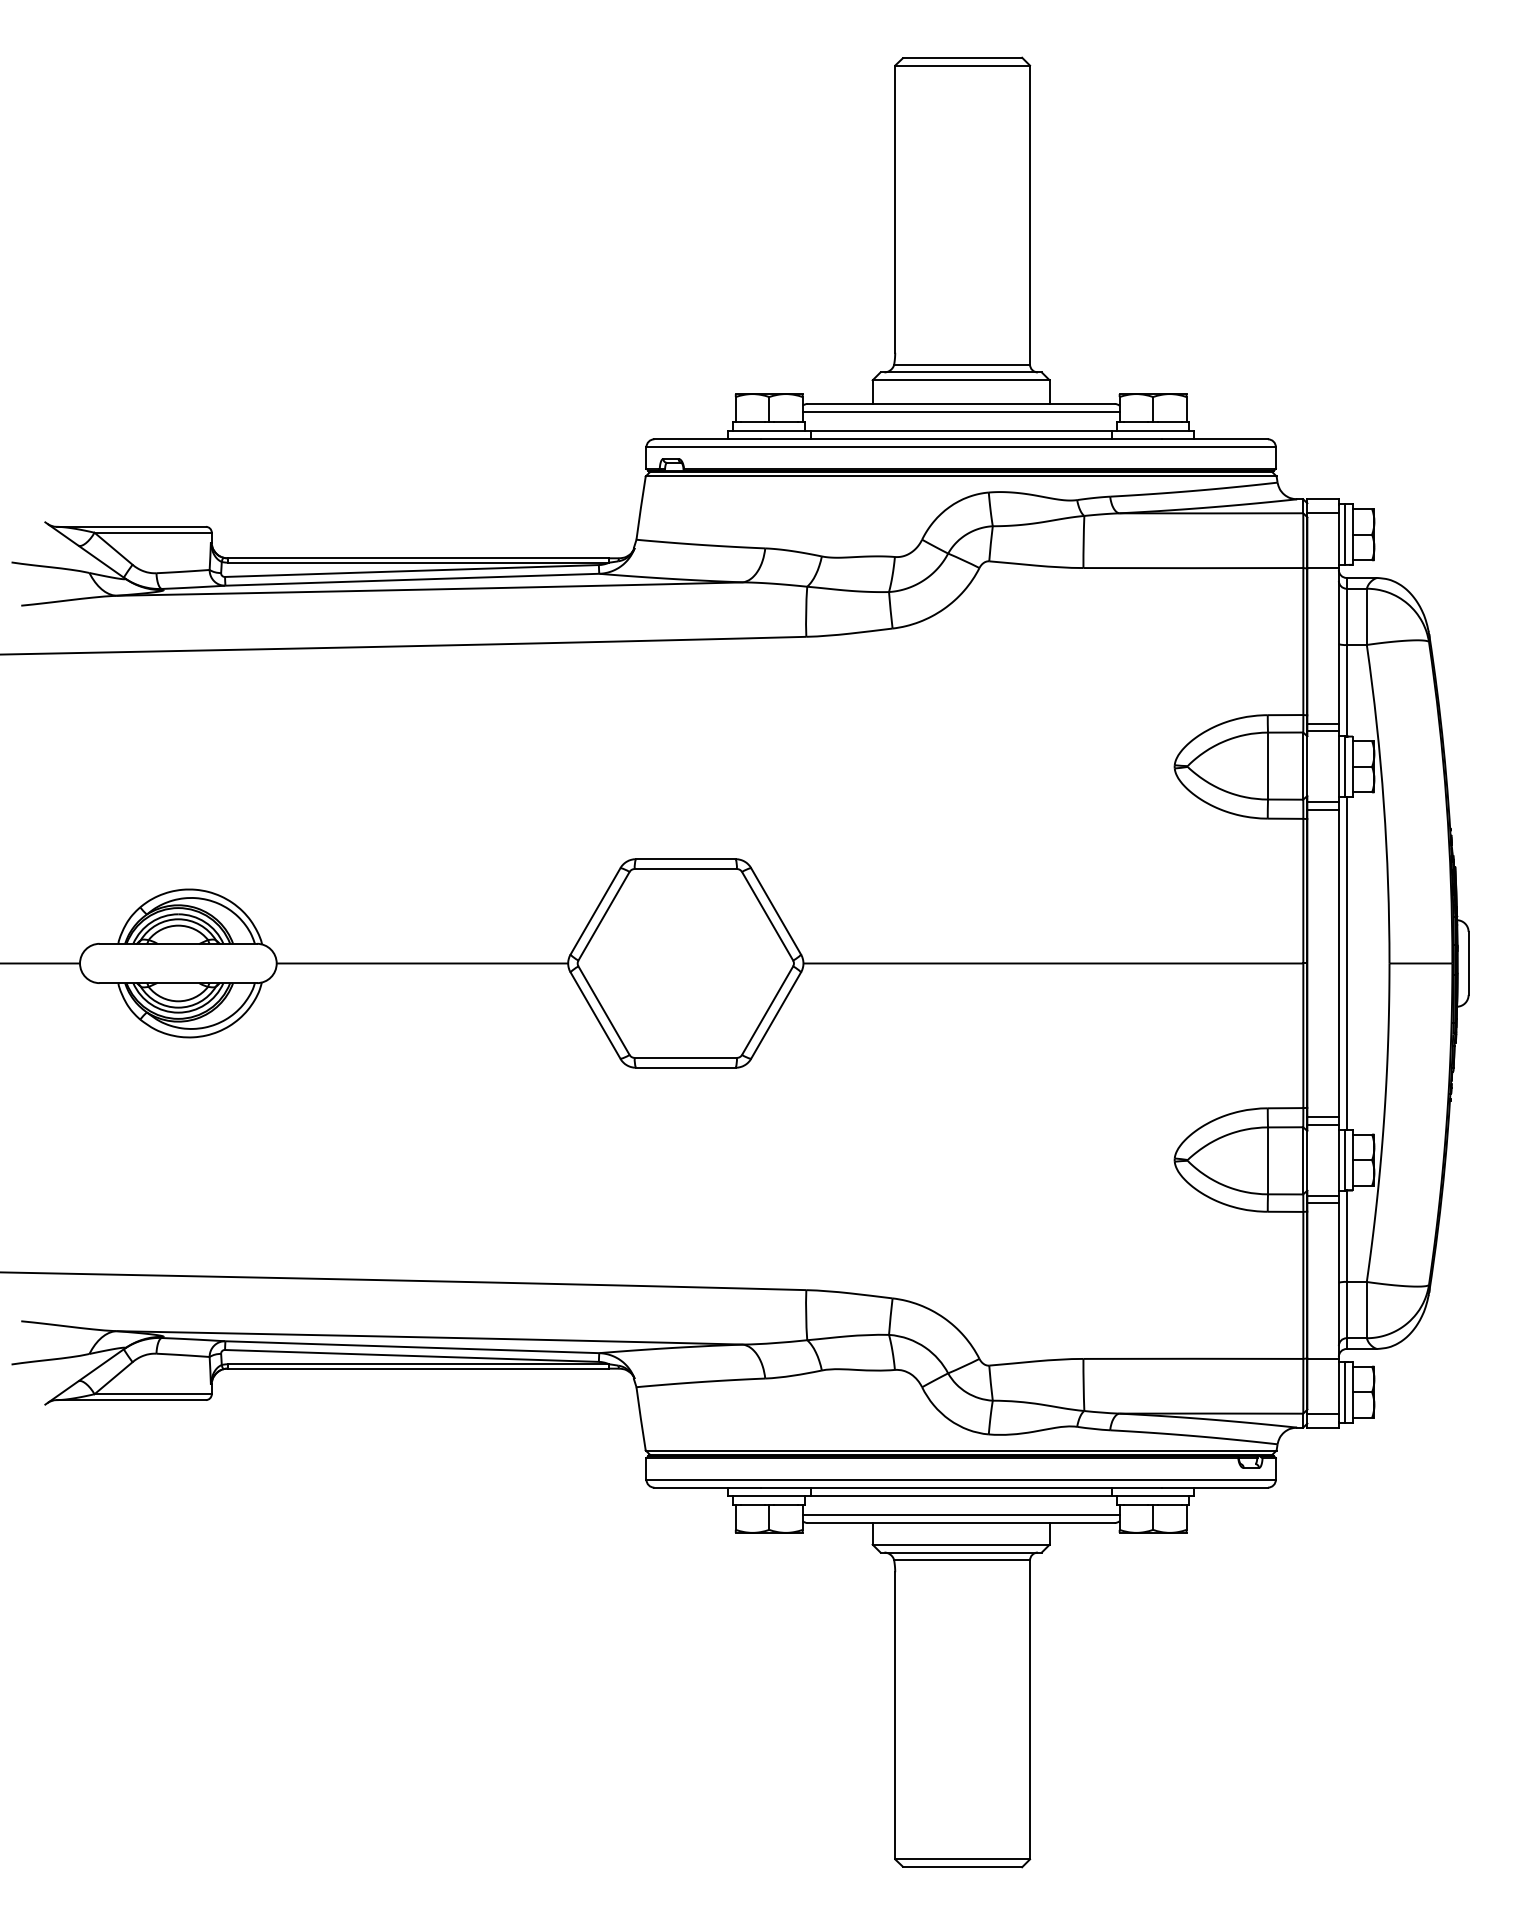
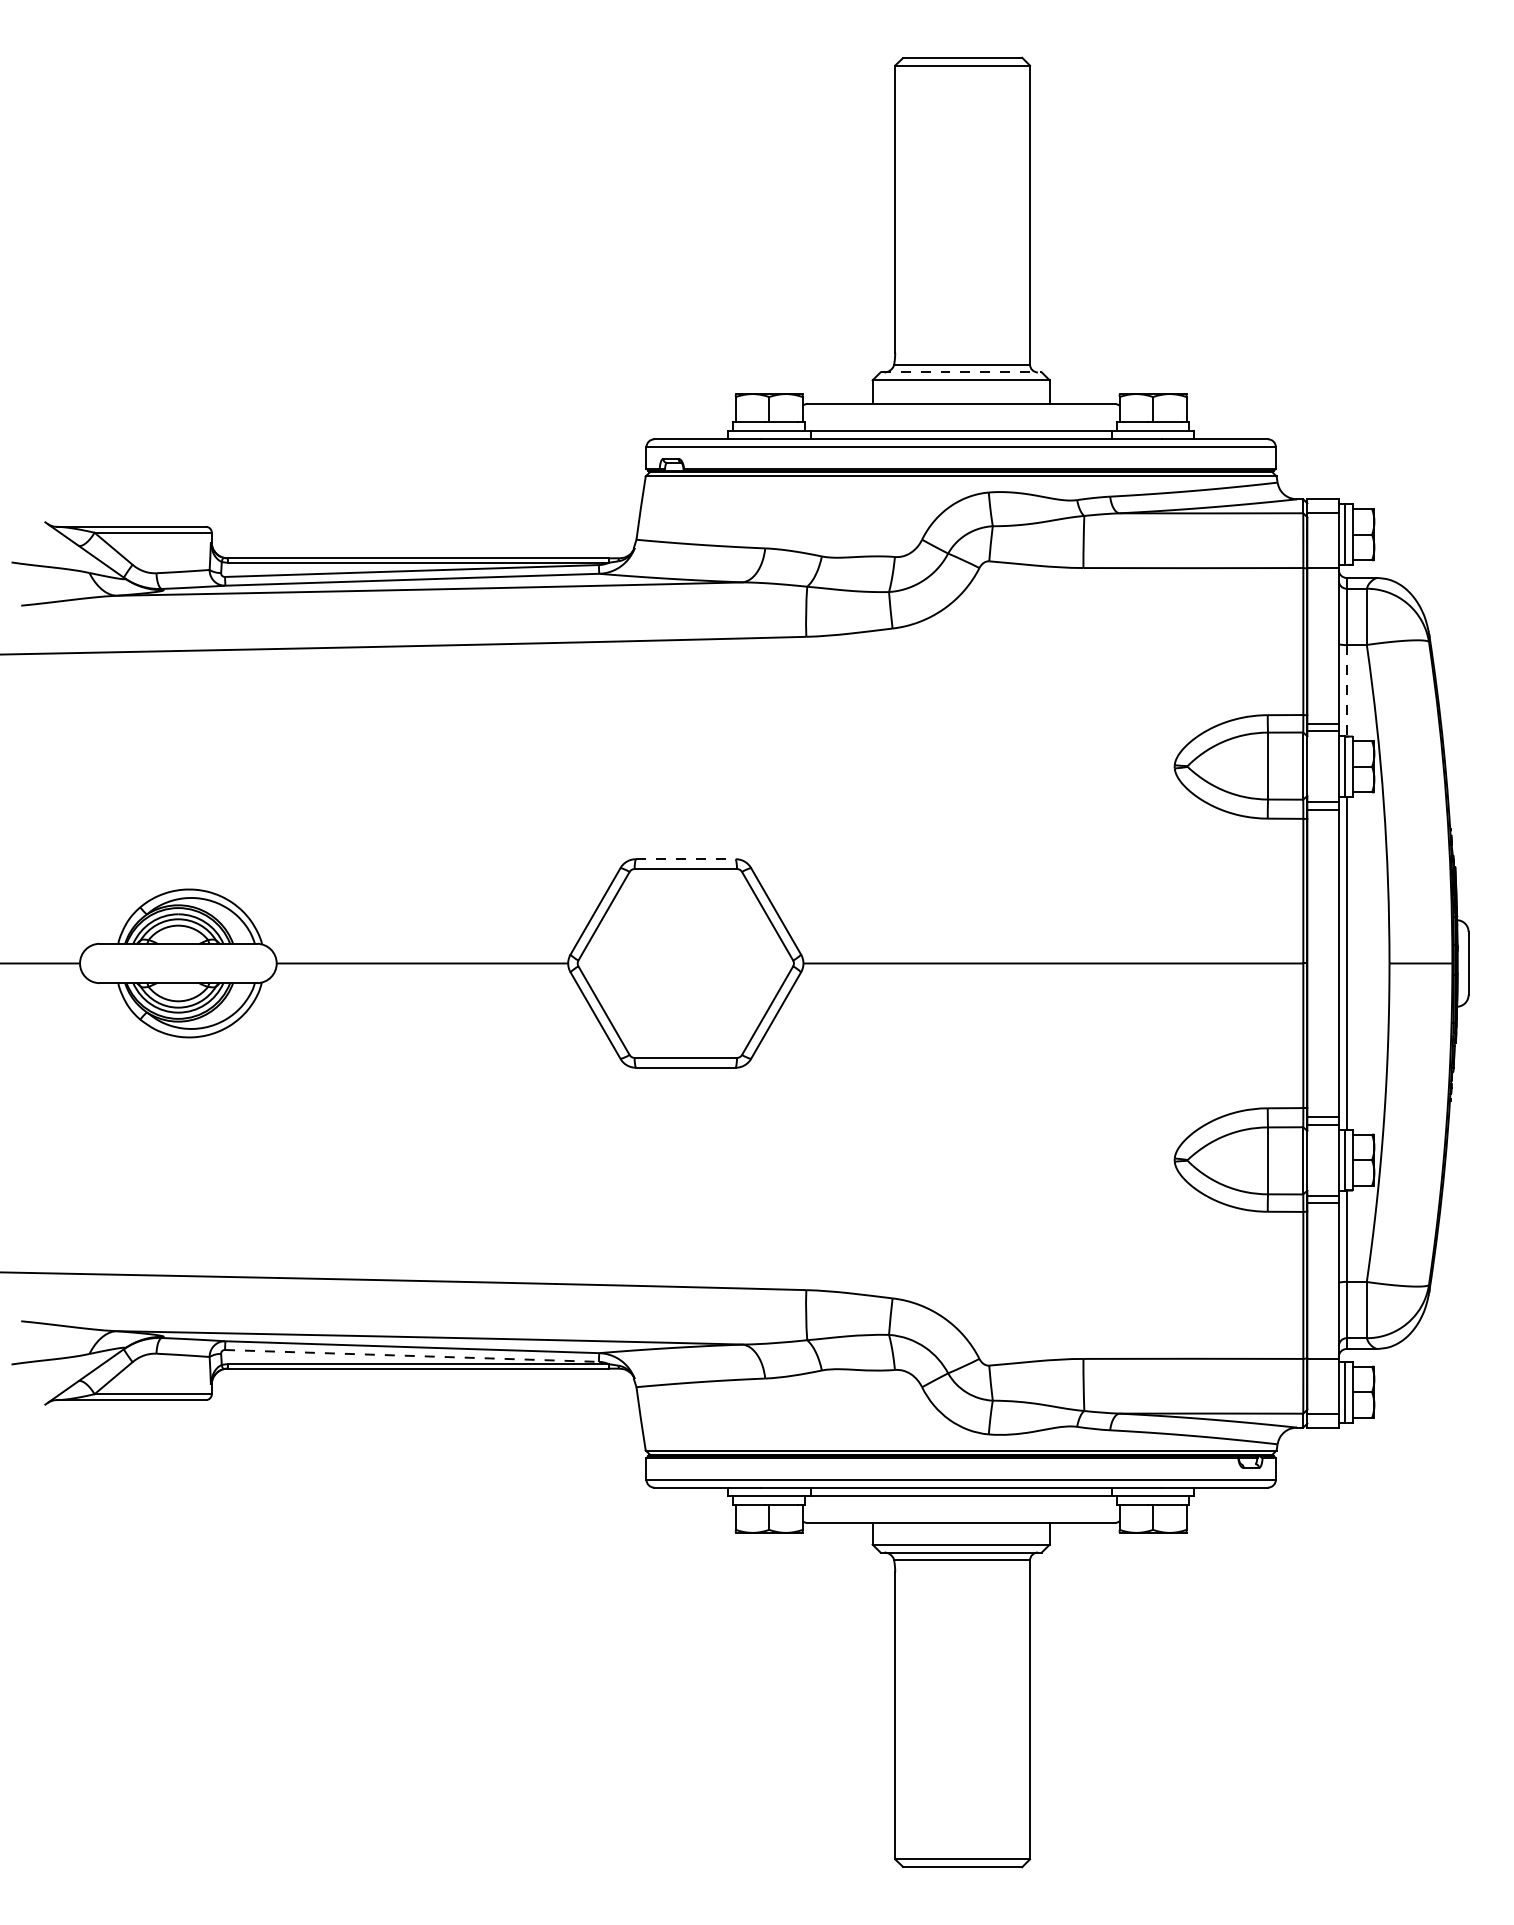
line at (961, 372): solid -> dashed
line at (960, 411): present -> none
line at (1346, 690): solid -> dashed
line at (685, 859): solid -> dashed
line at (412, 1355): solid -> dashed
line at (960, 1515): present -> none
